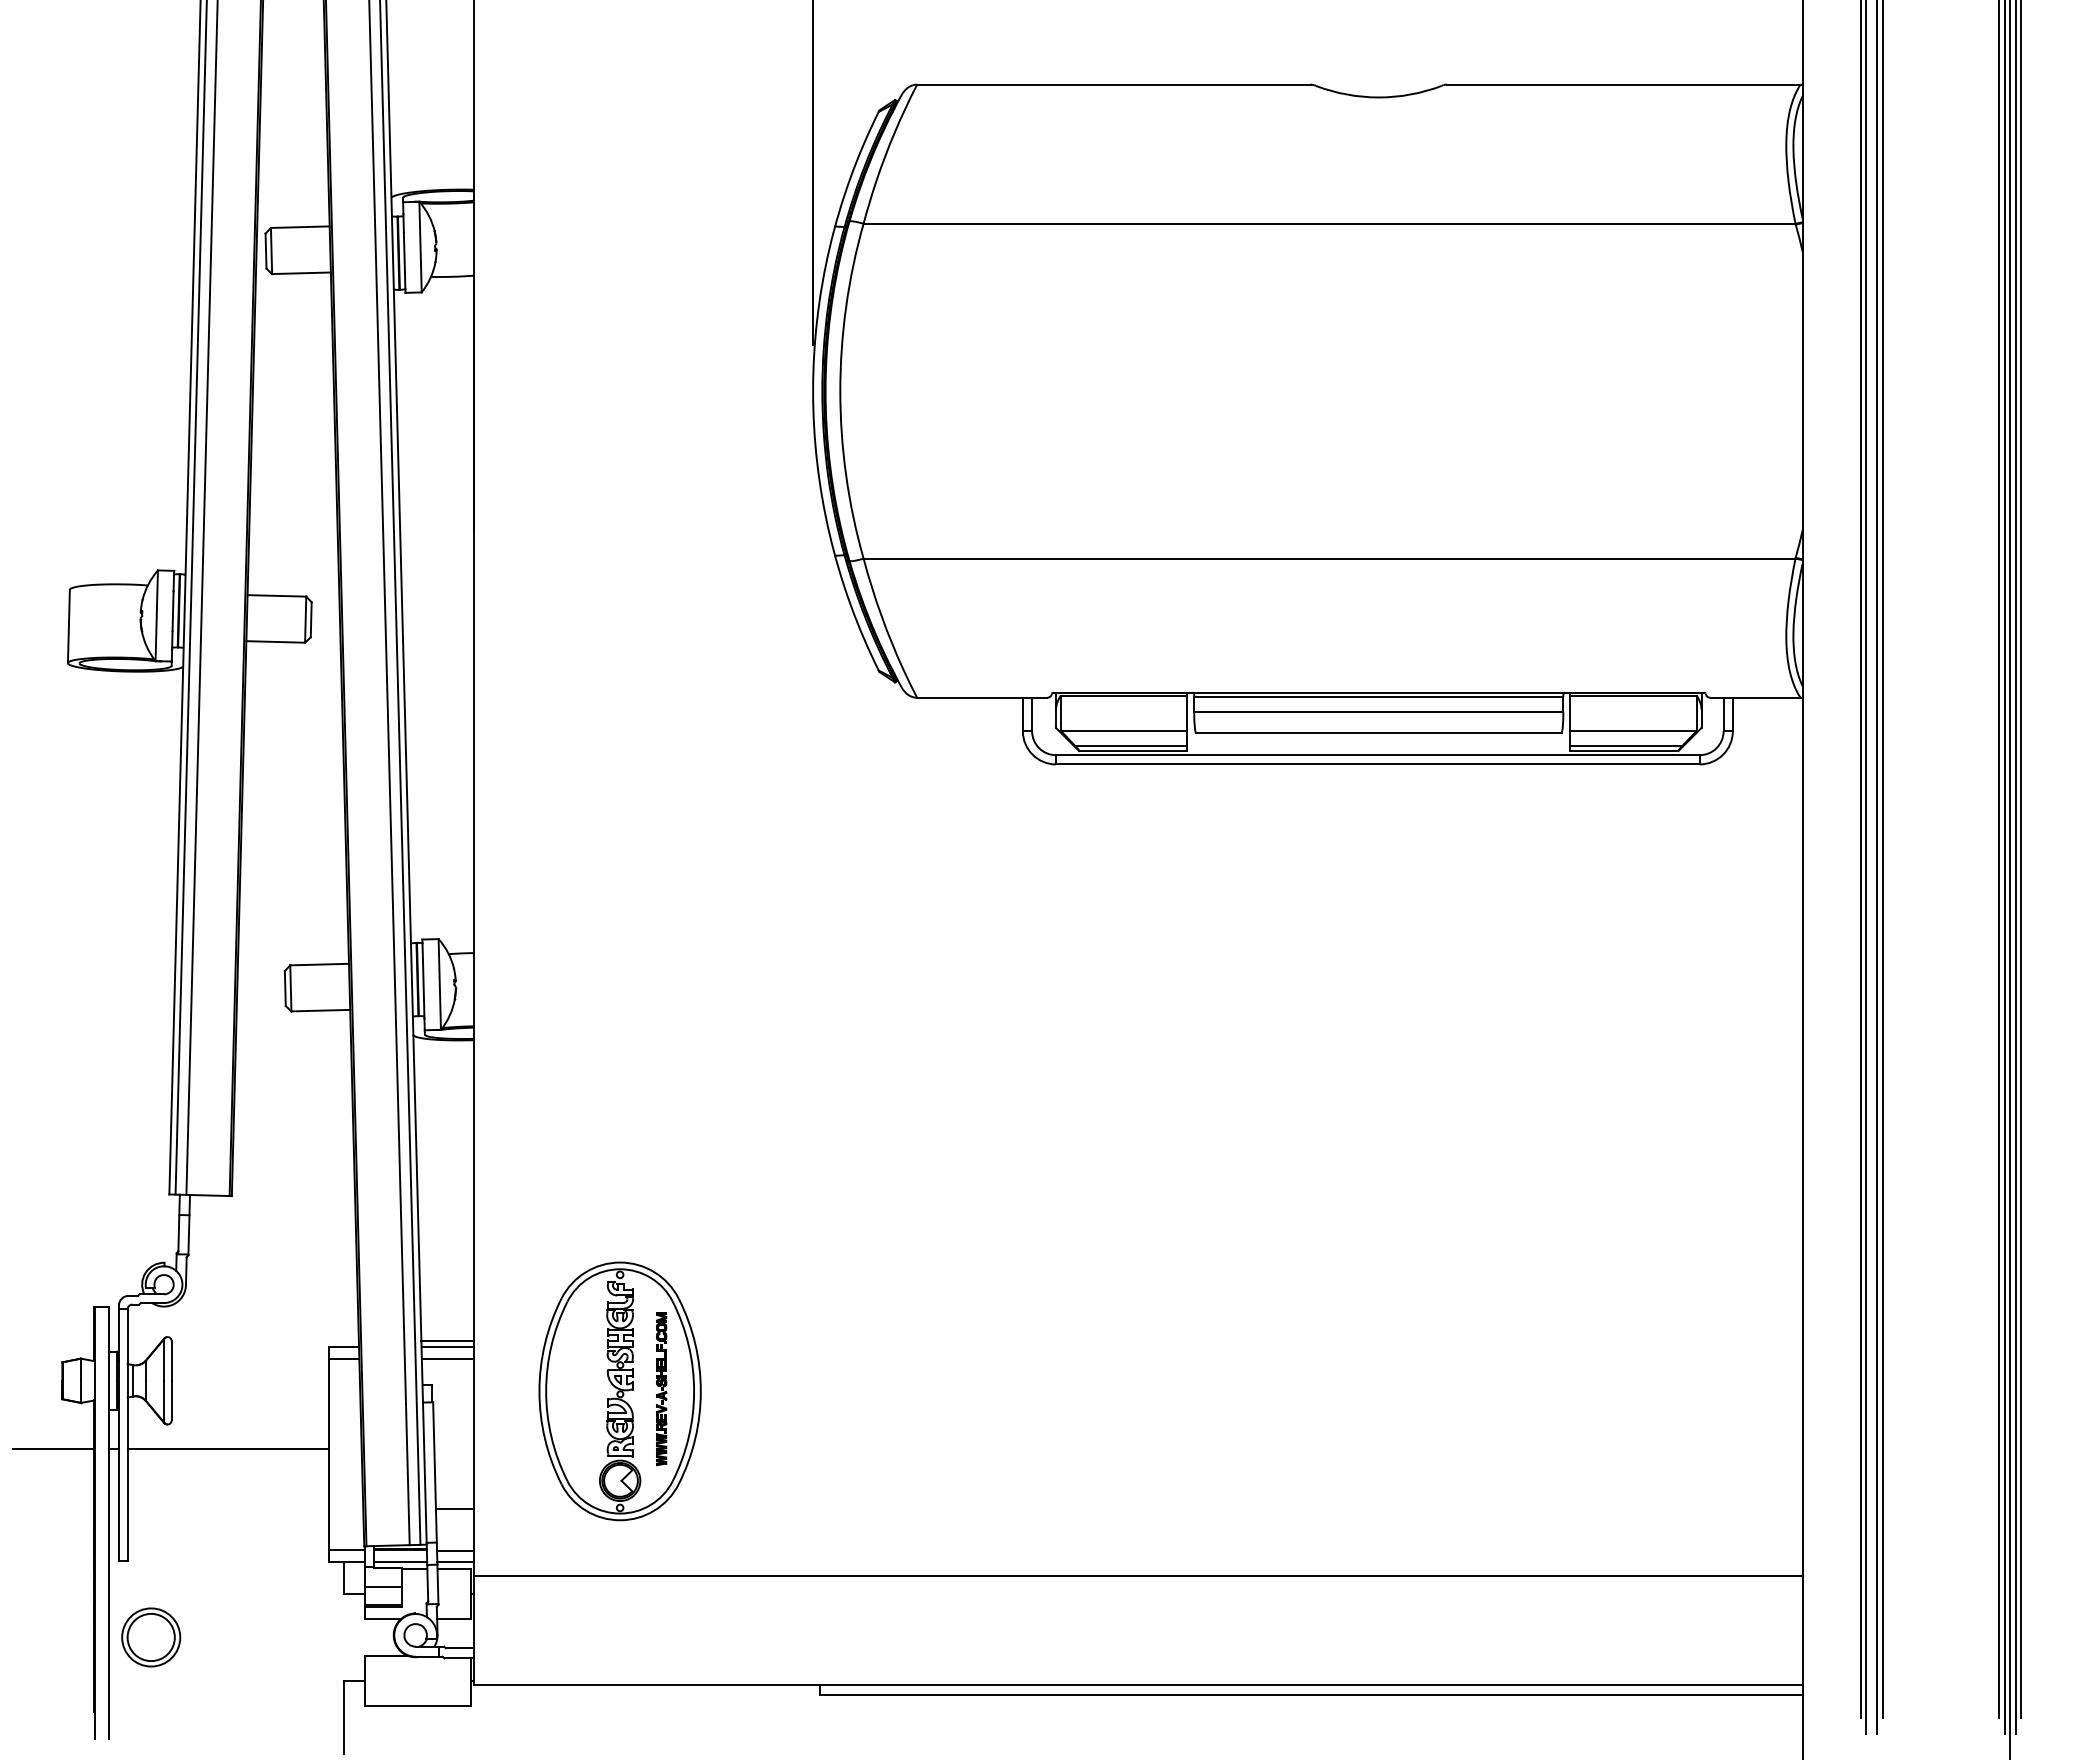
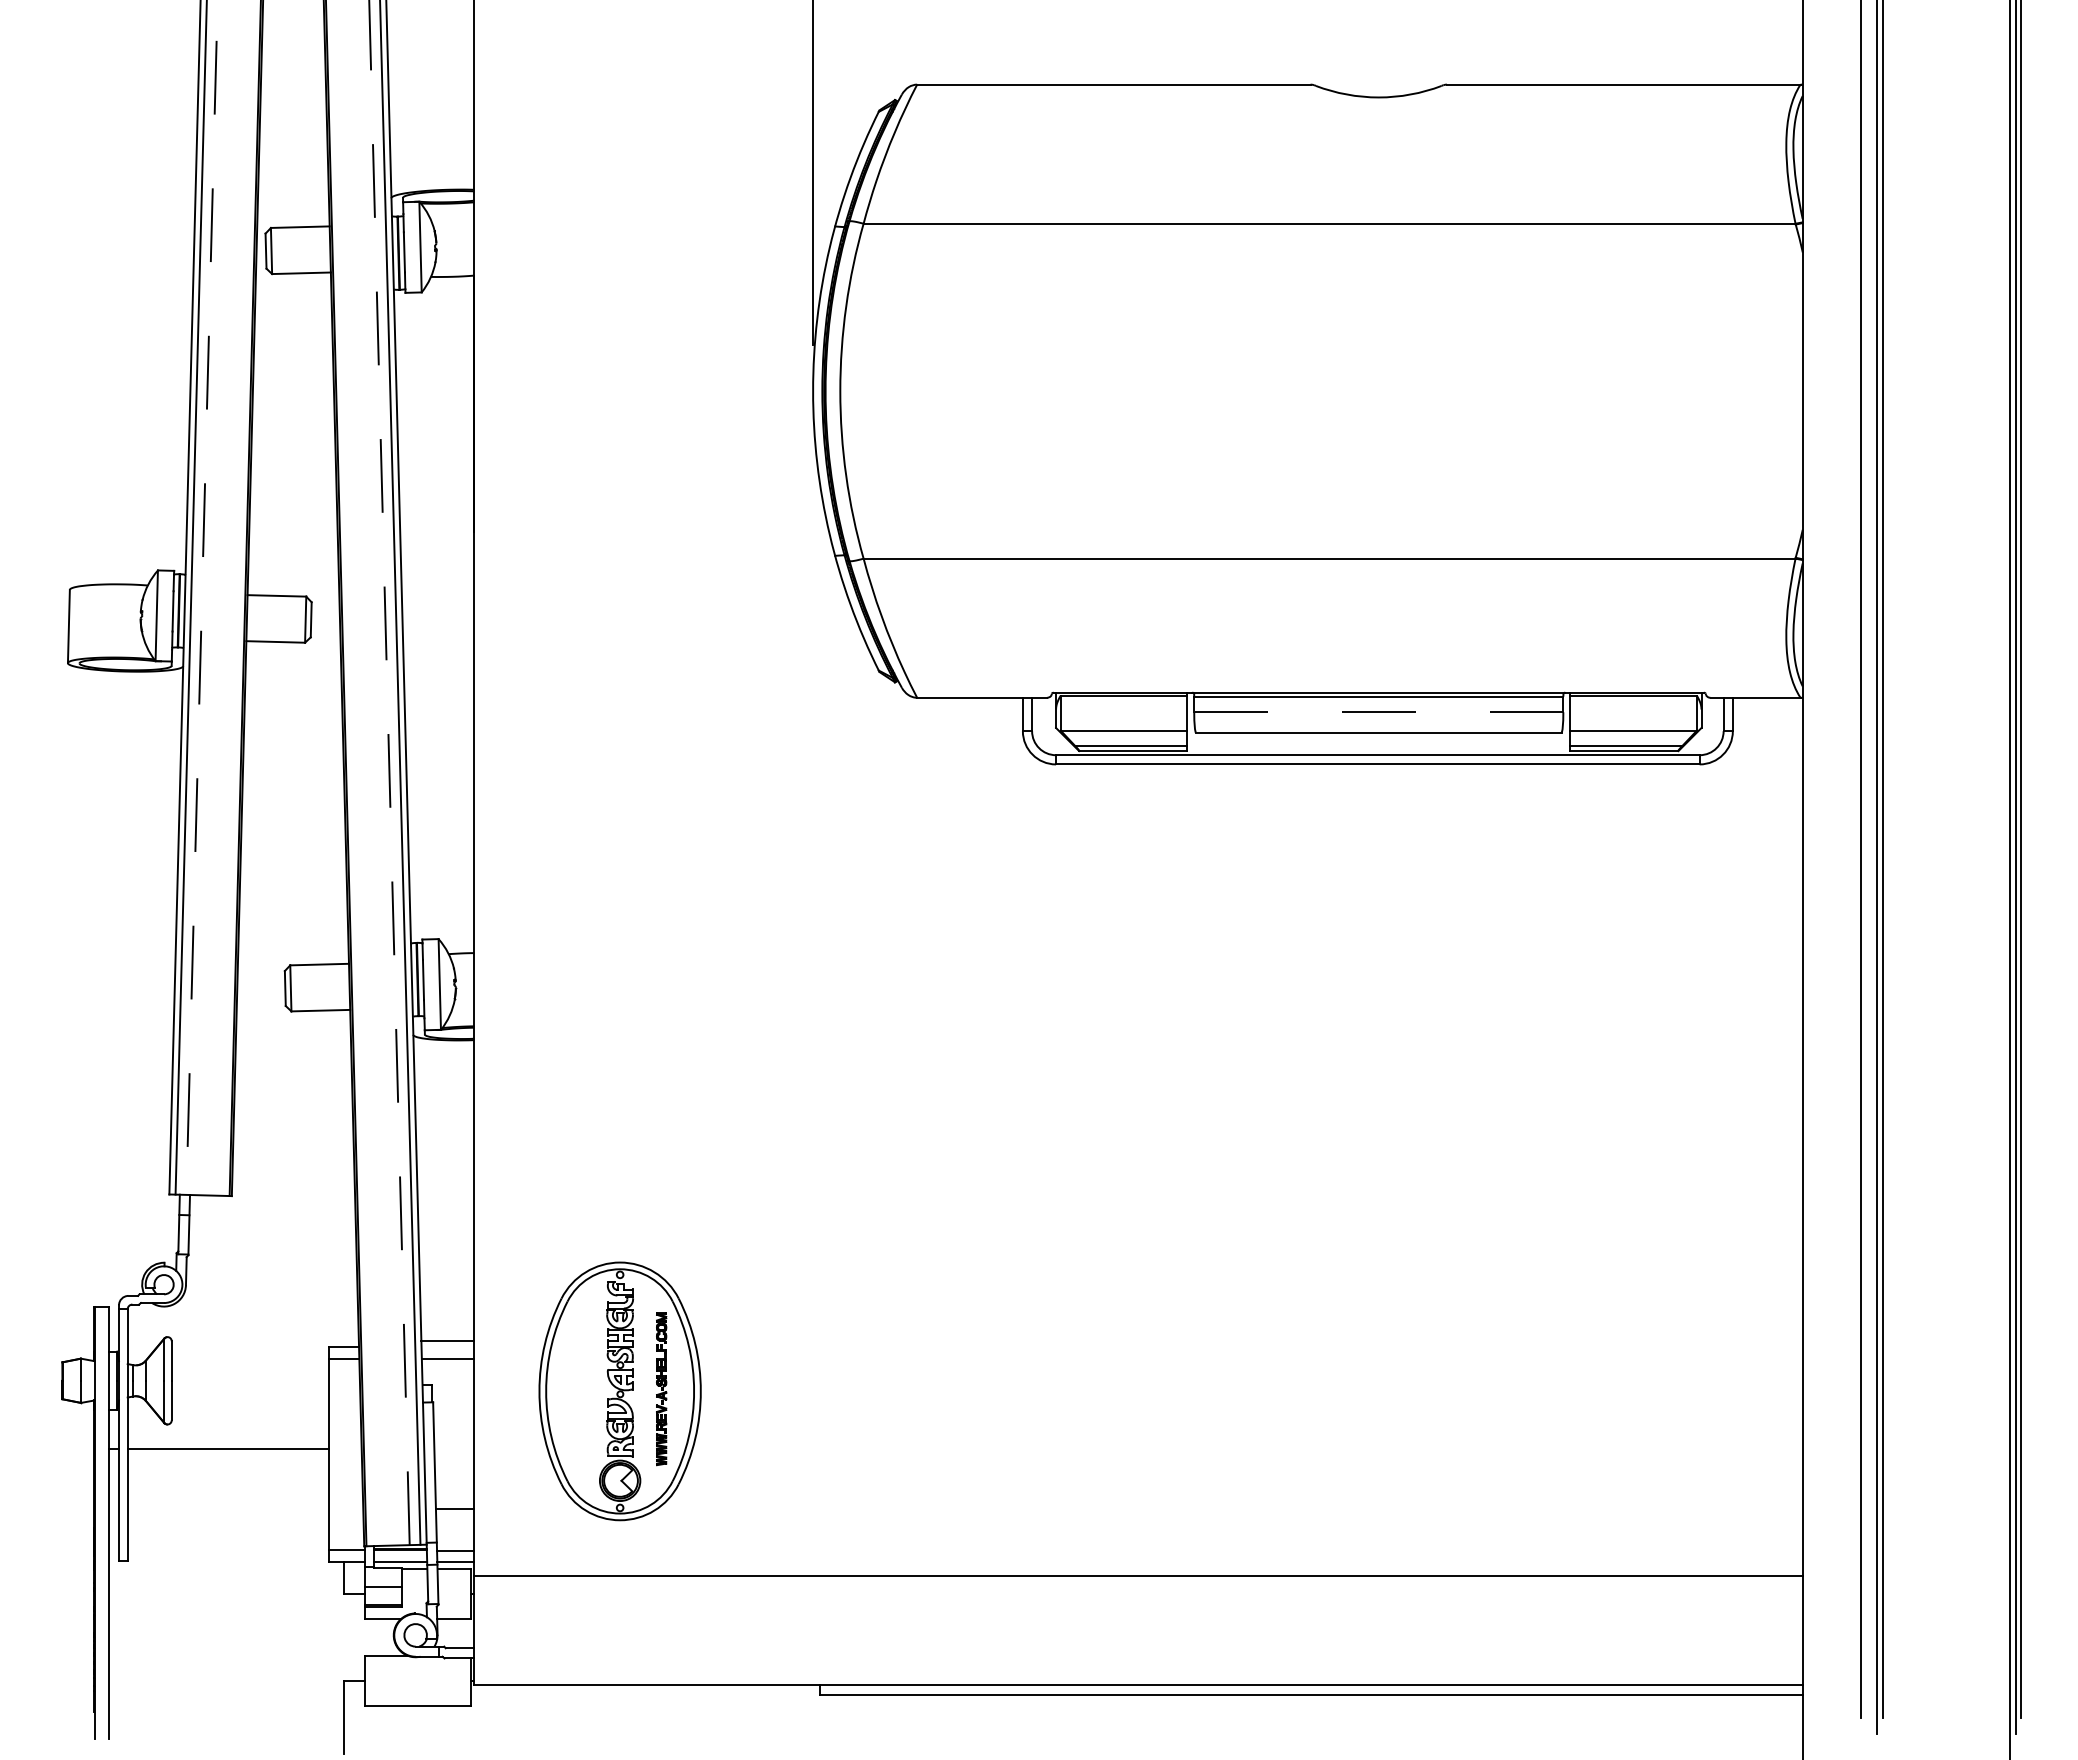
line at (202, 598): solid -> dashed
line at (1378, 712): solid -> dashed
line at (389, 772): solid -> dashed
line at (1999, 859): present -> none
line at (1866, 868): present -> none
line at (2004, 868): present -> none
line at (447, 1346): present -> none
line at (53, 1448): present -> none
part at (151, 1637): present -> none
